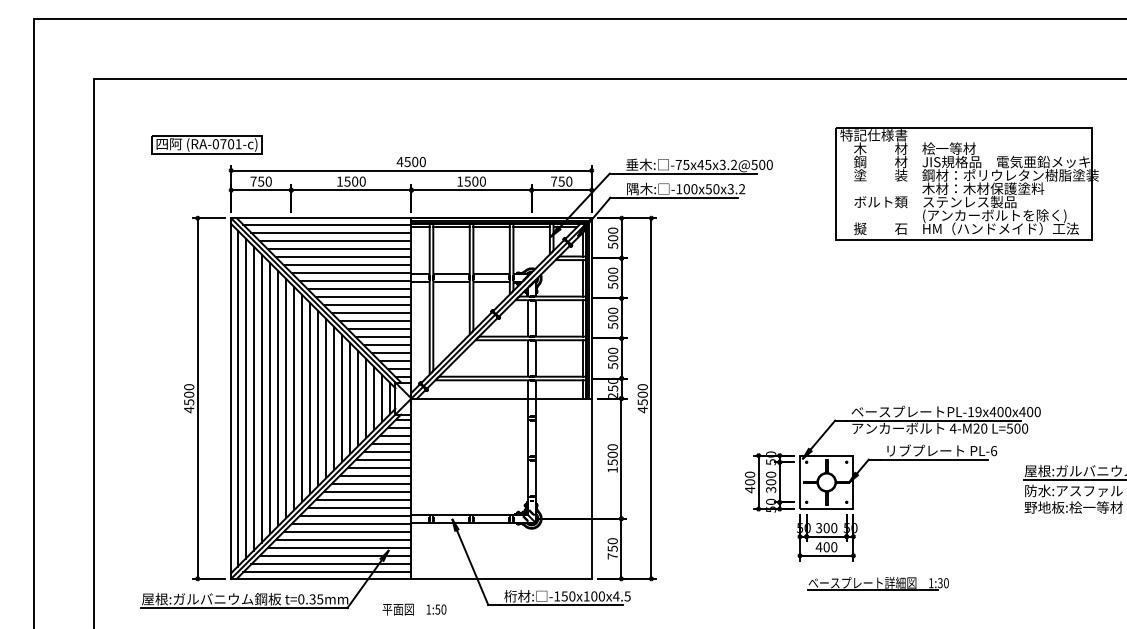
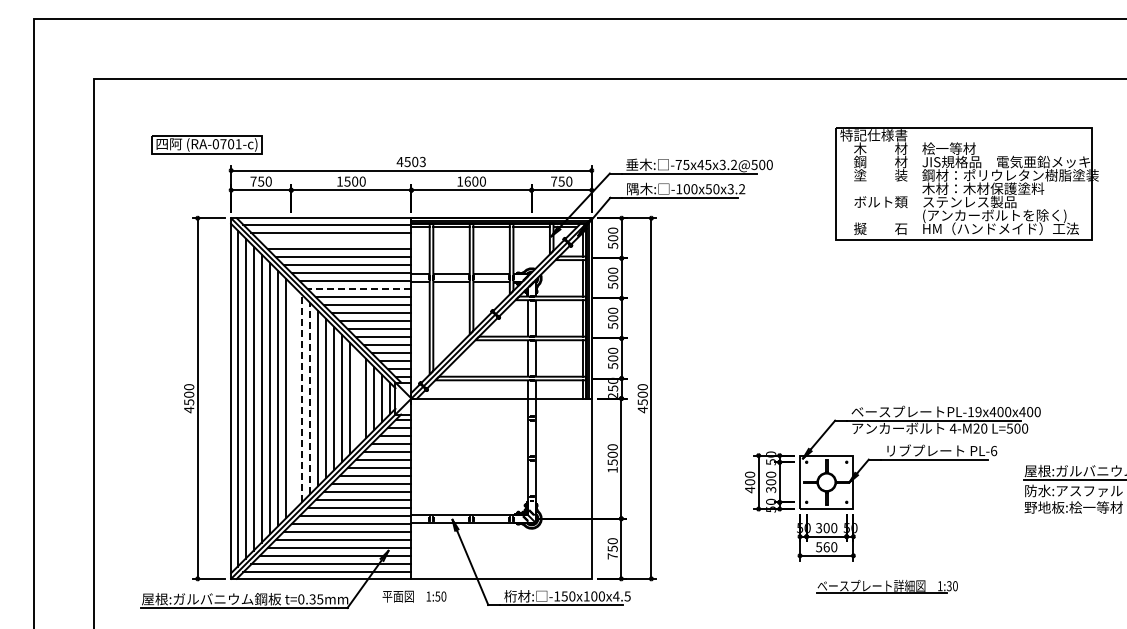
text at (422, 161): 4500 -> 4503
text at (467, 181): 1500 -> 1600
line at (335, 240): present -> none
line at (359, 288): solid -> dashed
line at (293, 398): present -> none
line at (301, 398): solid -> dashed
line at (309, 398): solid -> dashed
line at (358, 398): present -> none
text at (822, 547): 400 -> 560
part at (877, 583) position: (877, 583) -> (886, 586)
text at (414, 609) position: (414, 609) -> (414, 596)
